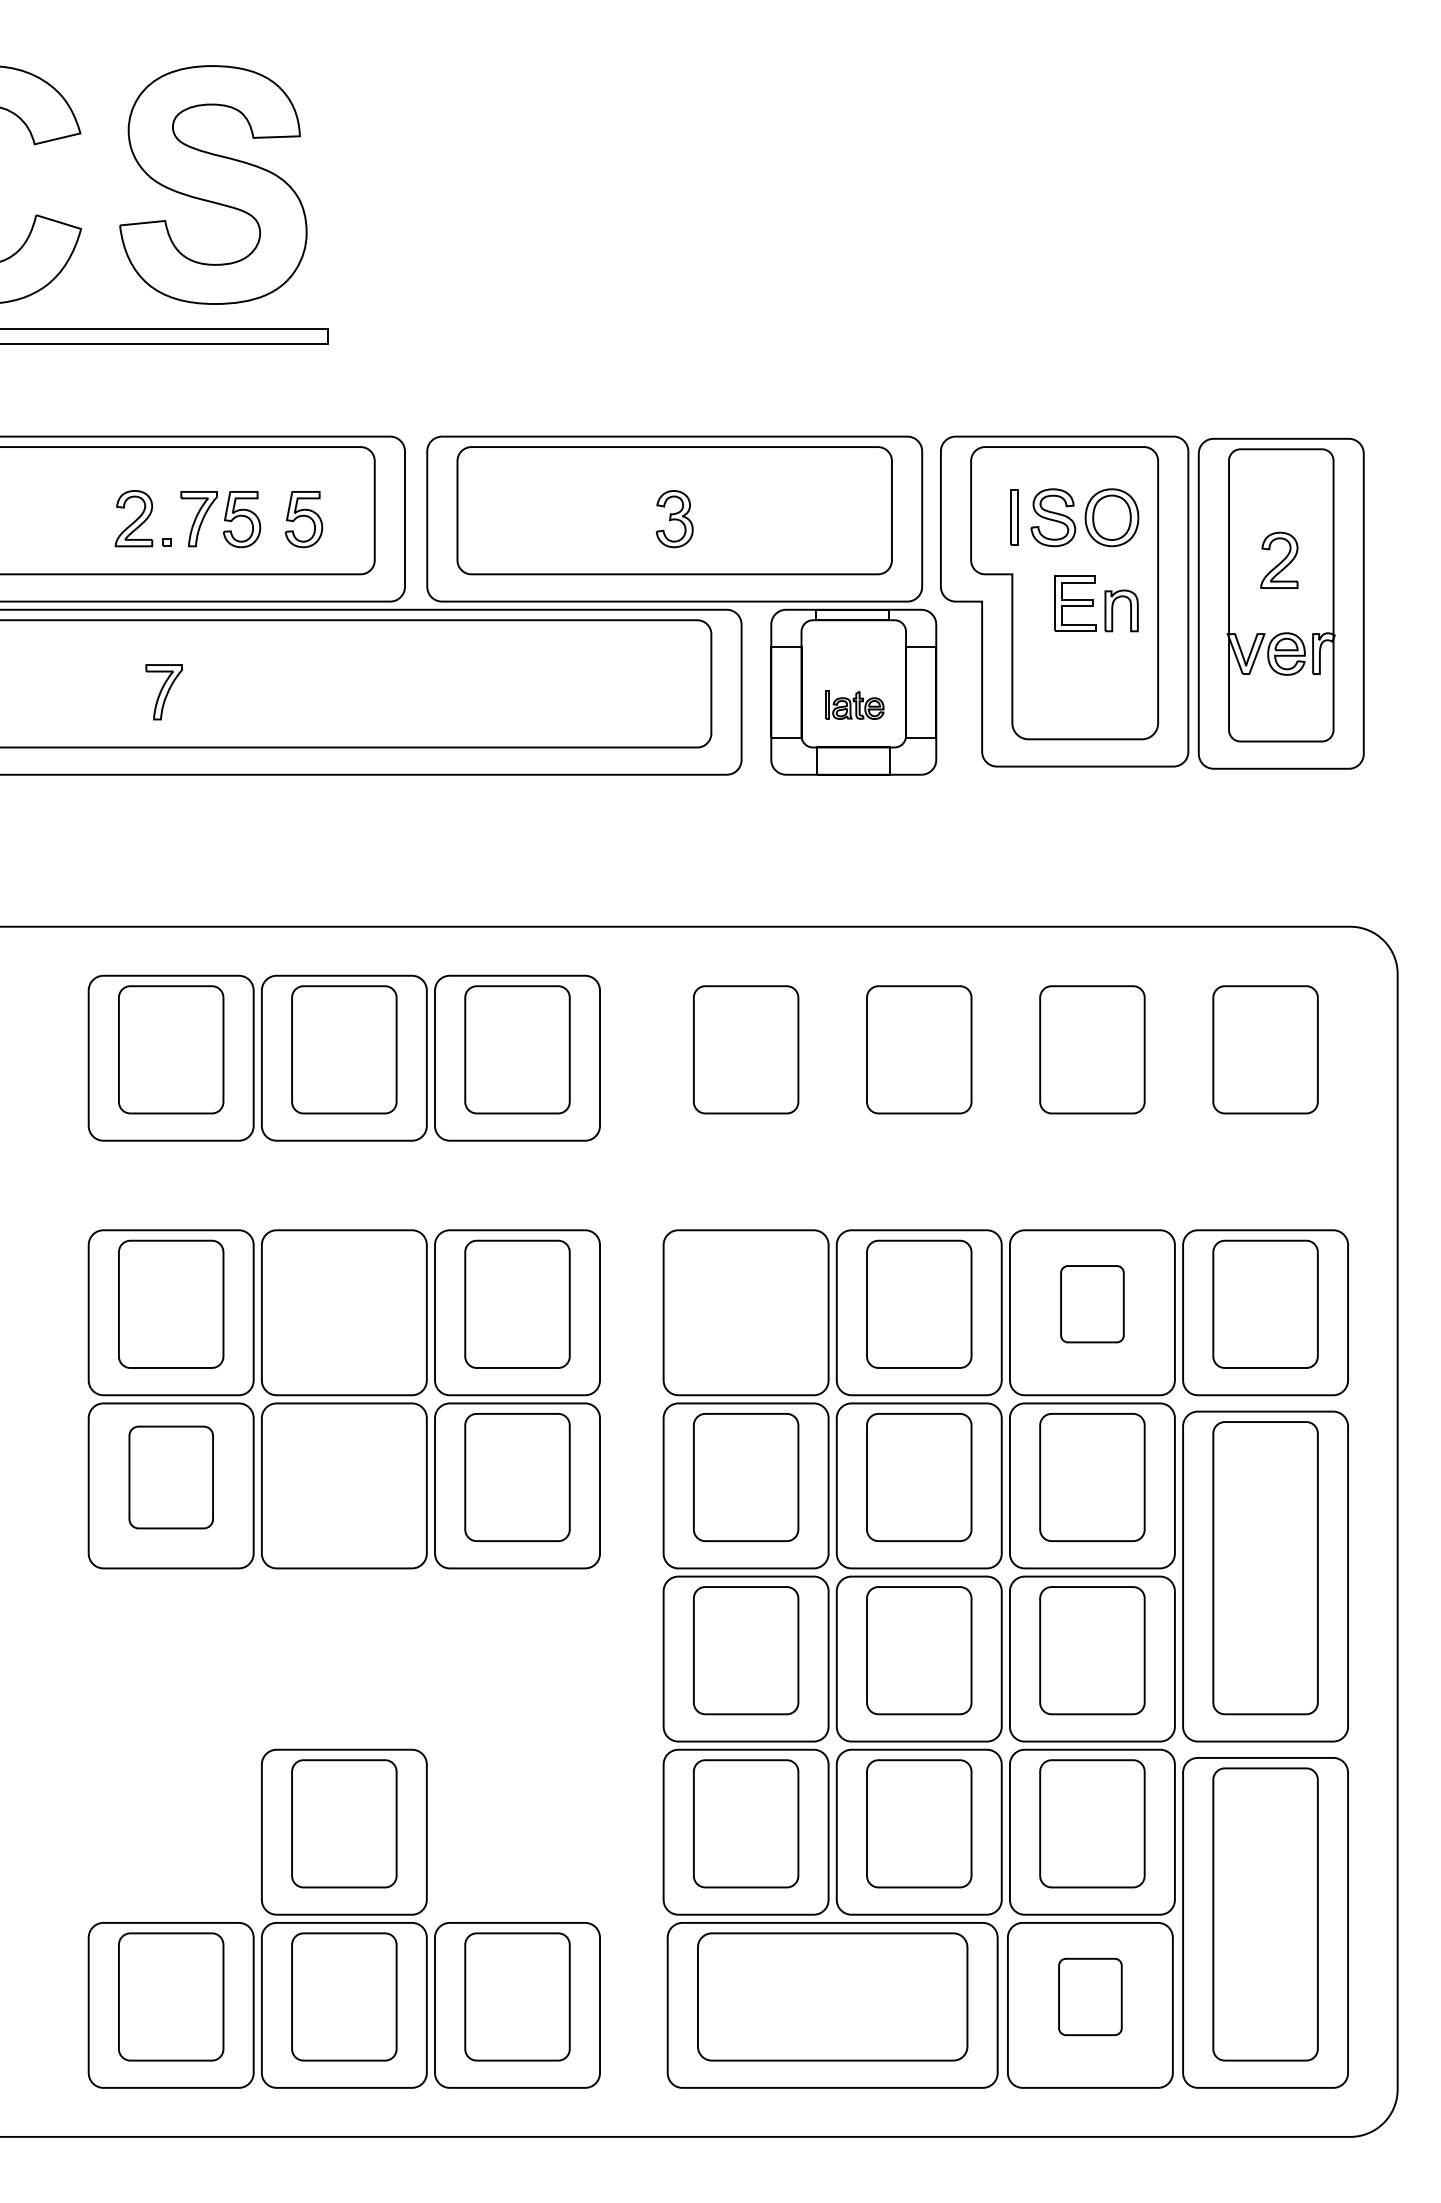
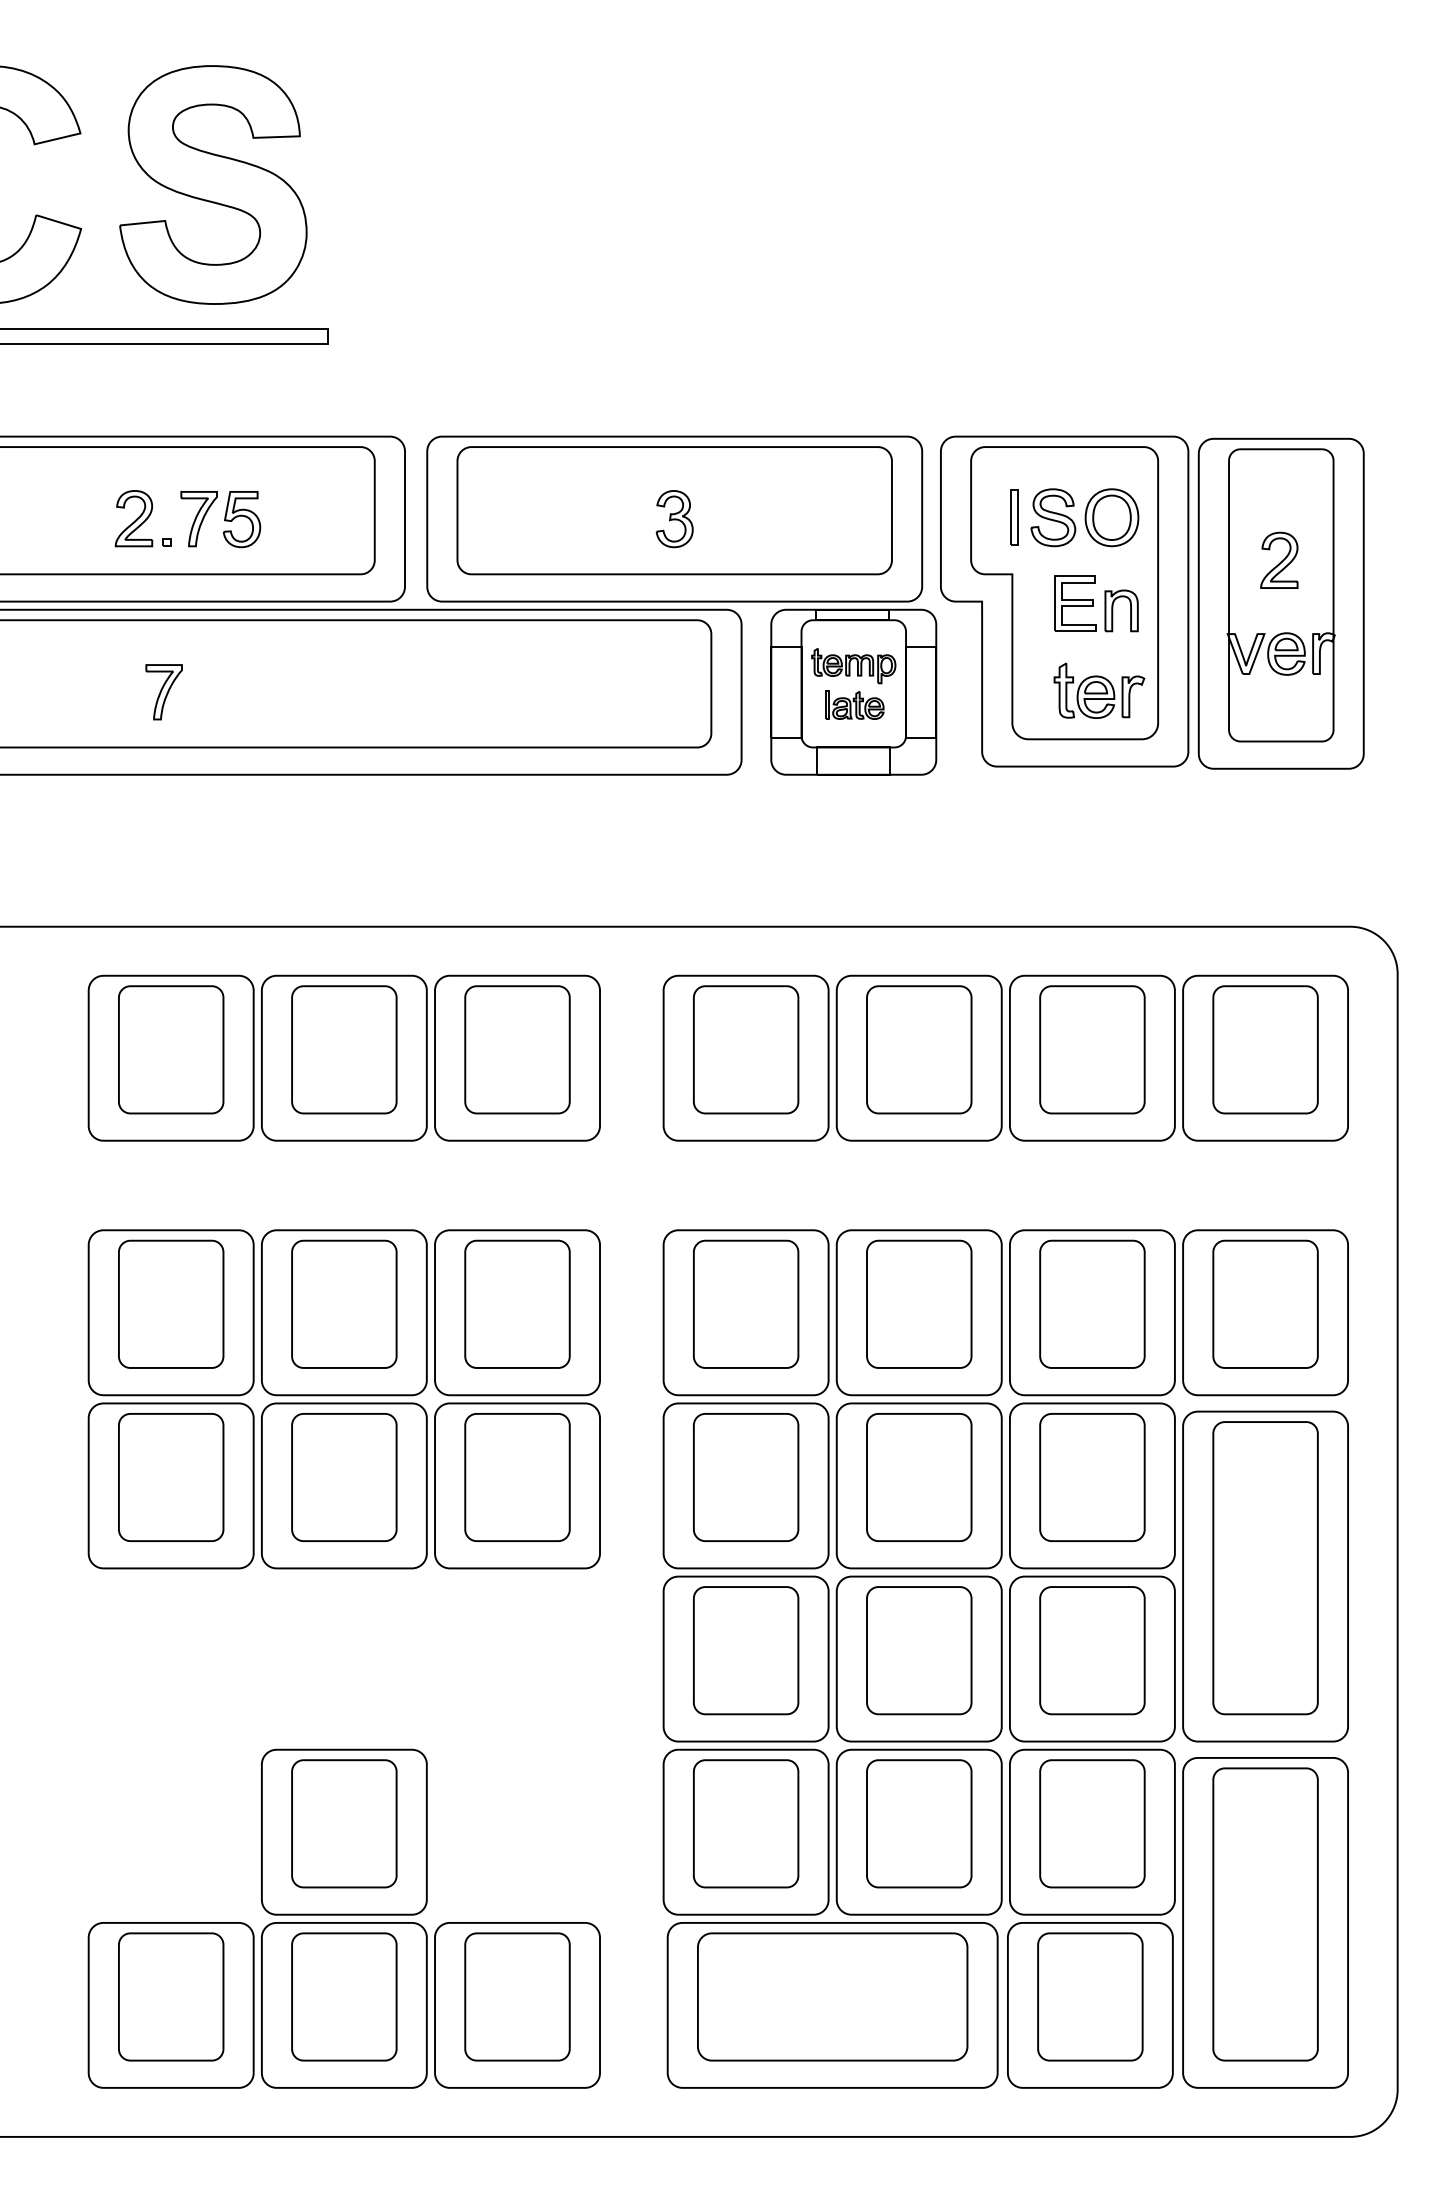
part at (303, 519): present -> none
part at (853, 666): none -> present
part at (1099, 690): none -> present
part at (1005, 1057): none -> present
part at (344, 1303): none -> present
part at (746, 1303): none -> present
part at (1092, 1304) size: 65x79 px -> 107x130 px
part at (170, 1477) size: 86x105 px -> 107x129 px
part at (344, 1477): none -> present
part at (1090, 1996) size: 65x80 px -> 107x130 px
